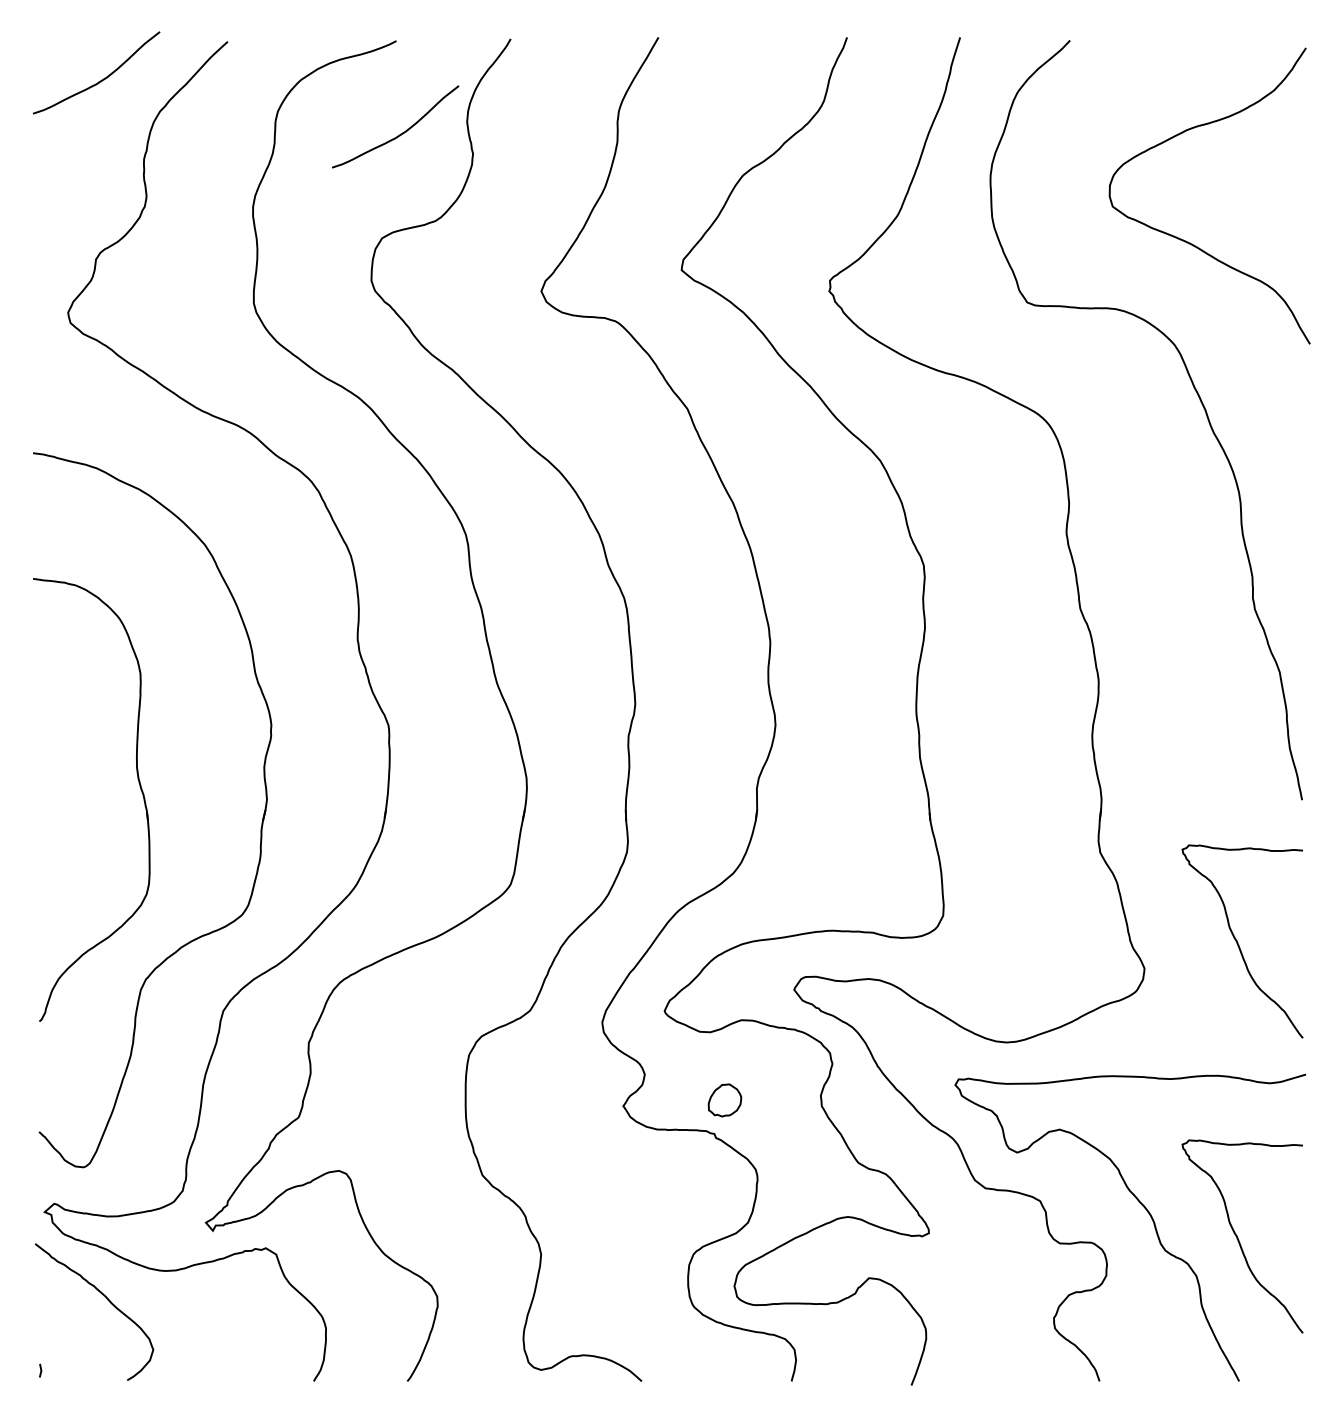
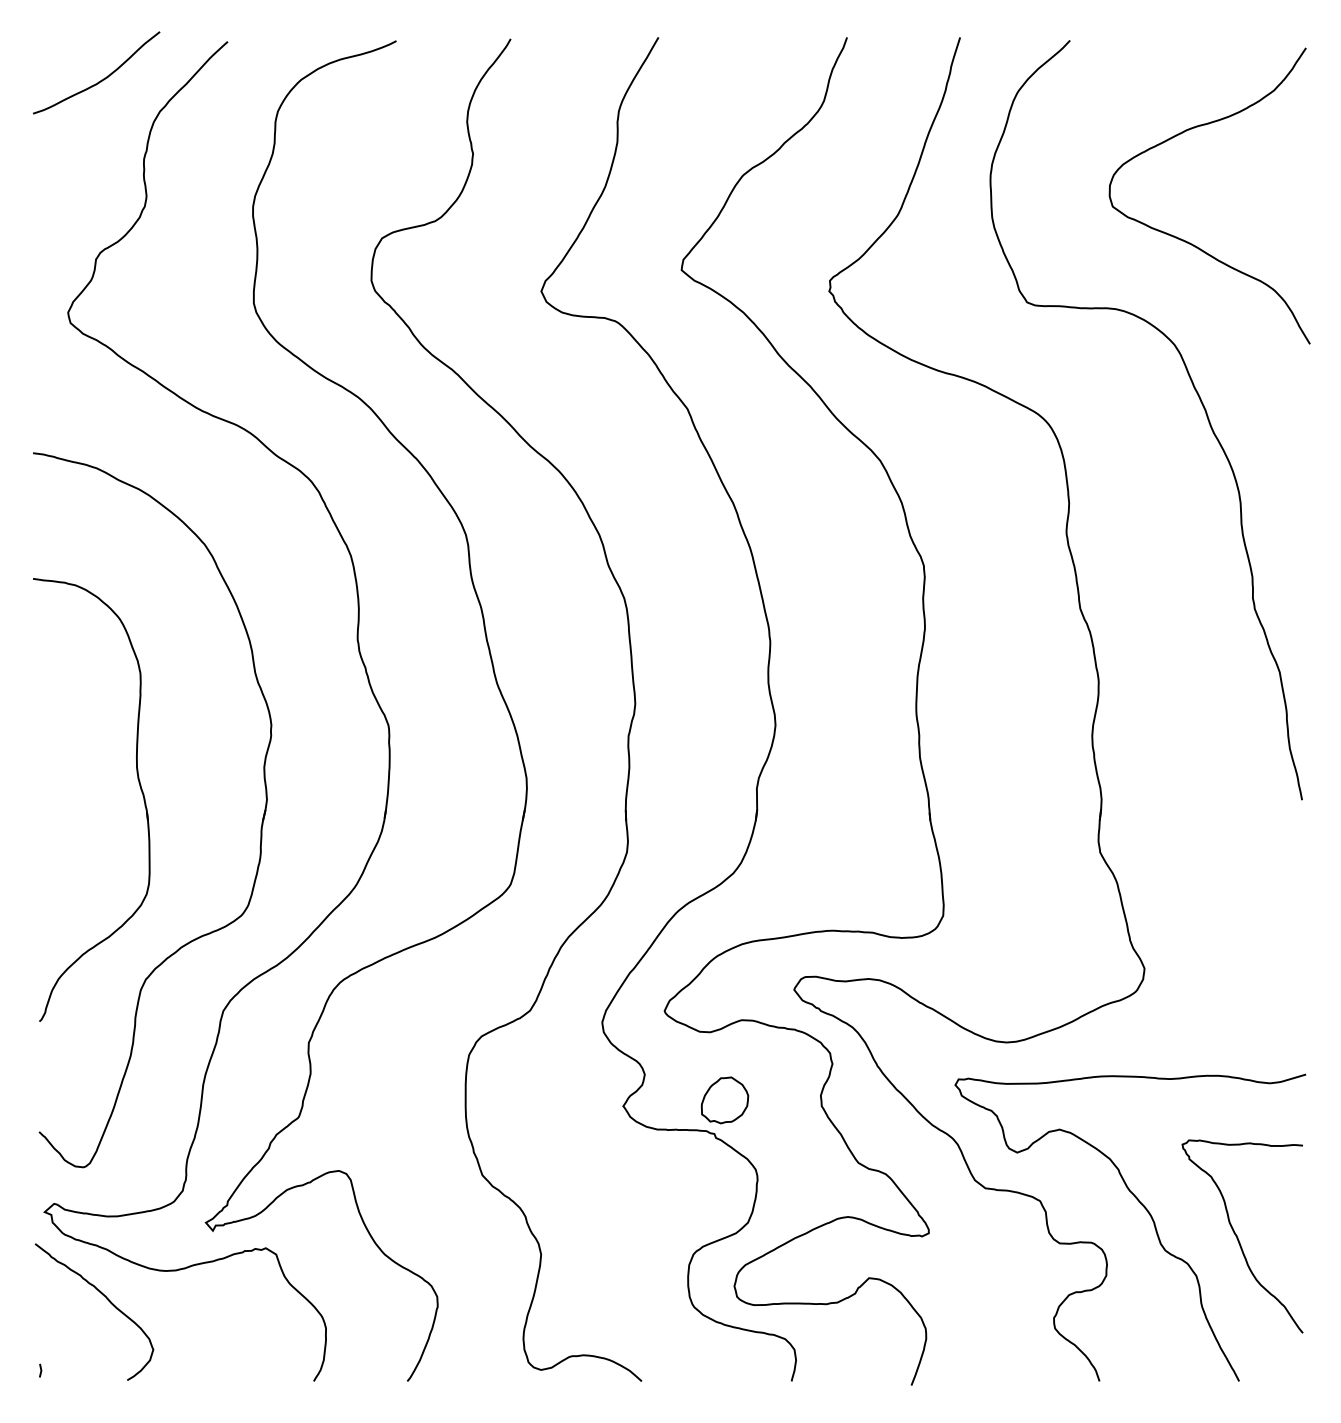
curve at (400, 133): present -> none
curve at (1238, 942): present -> none
part at (724, 1100) size: 36x35 px -> 50x49 px
